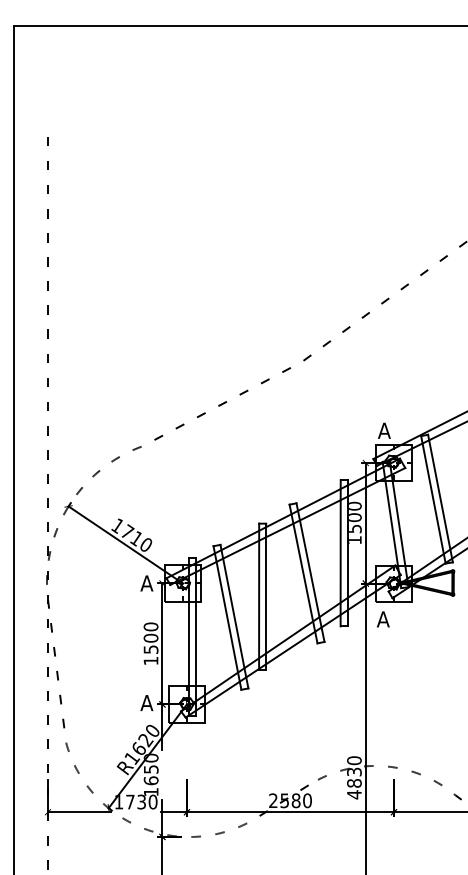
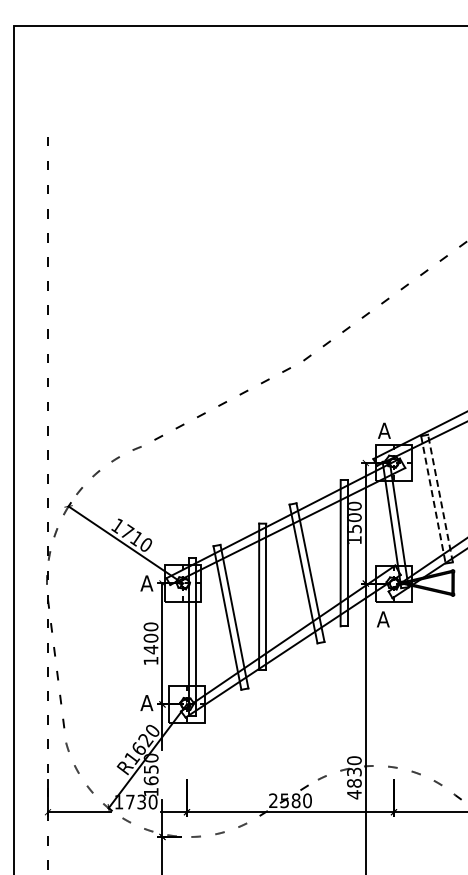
line at (440, 498): solid -> dashed
line at (433, 499): solid -> dashed
text at (150, 649): 1500 -> 1400
